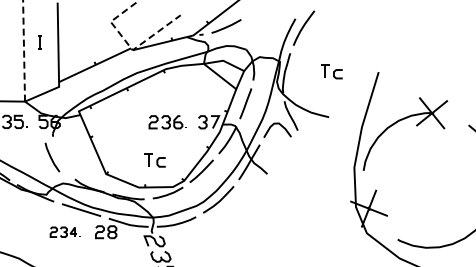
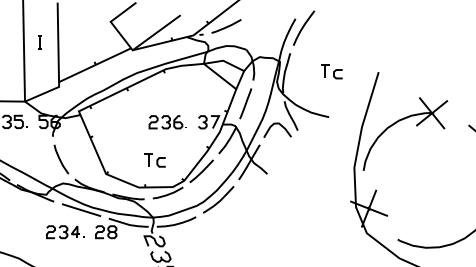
line at (130, 47): dashed -> solid
line at (24, 50): dashed -> solid
curve at (51, 157) position: (51, 157) -> (60, 159)
part at (64, 231) size: 32x12 px -> 39x15 px
